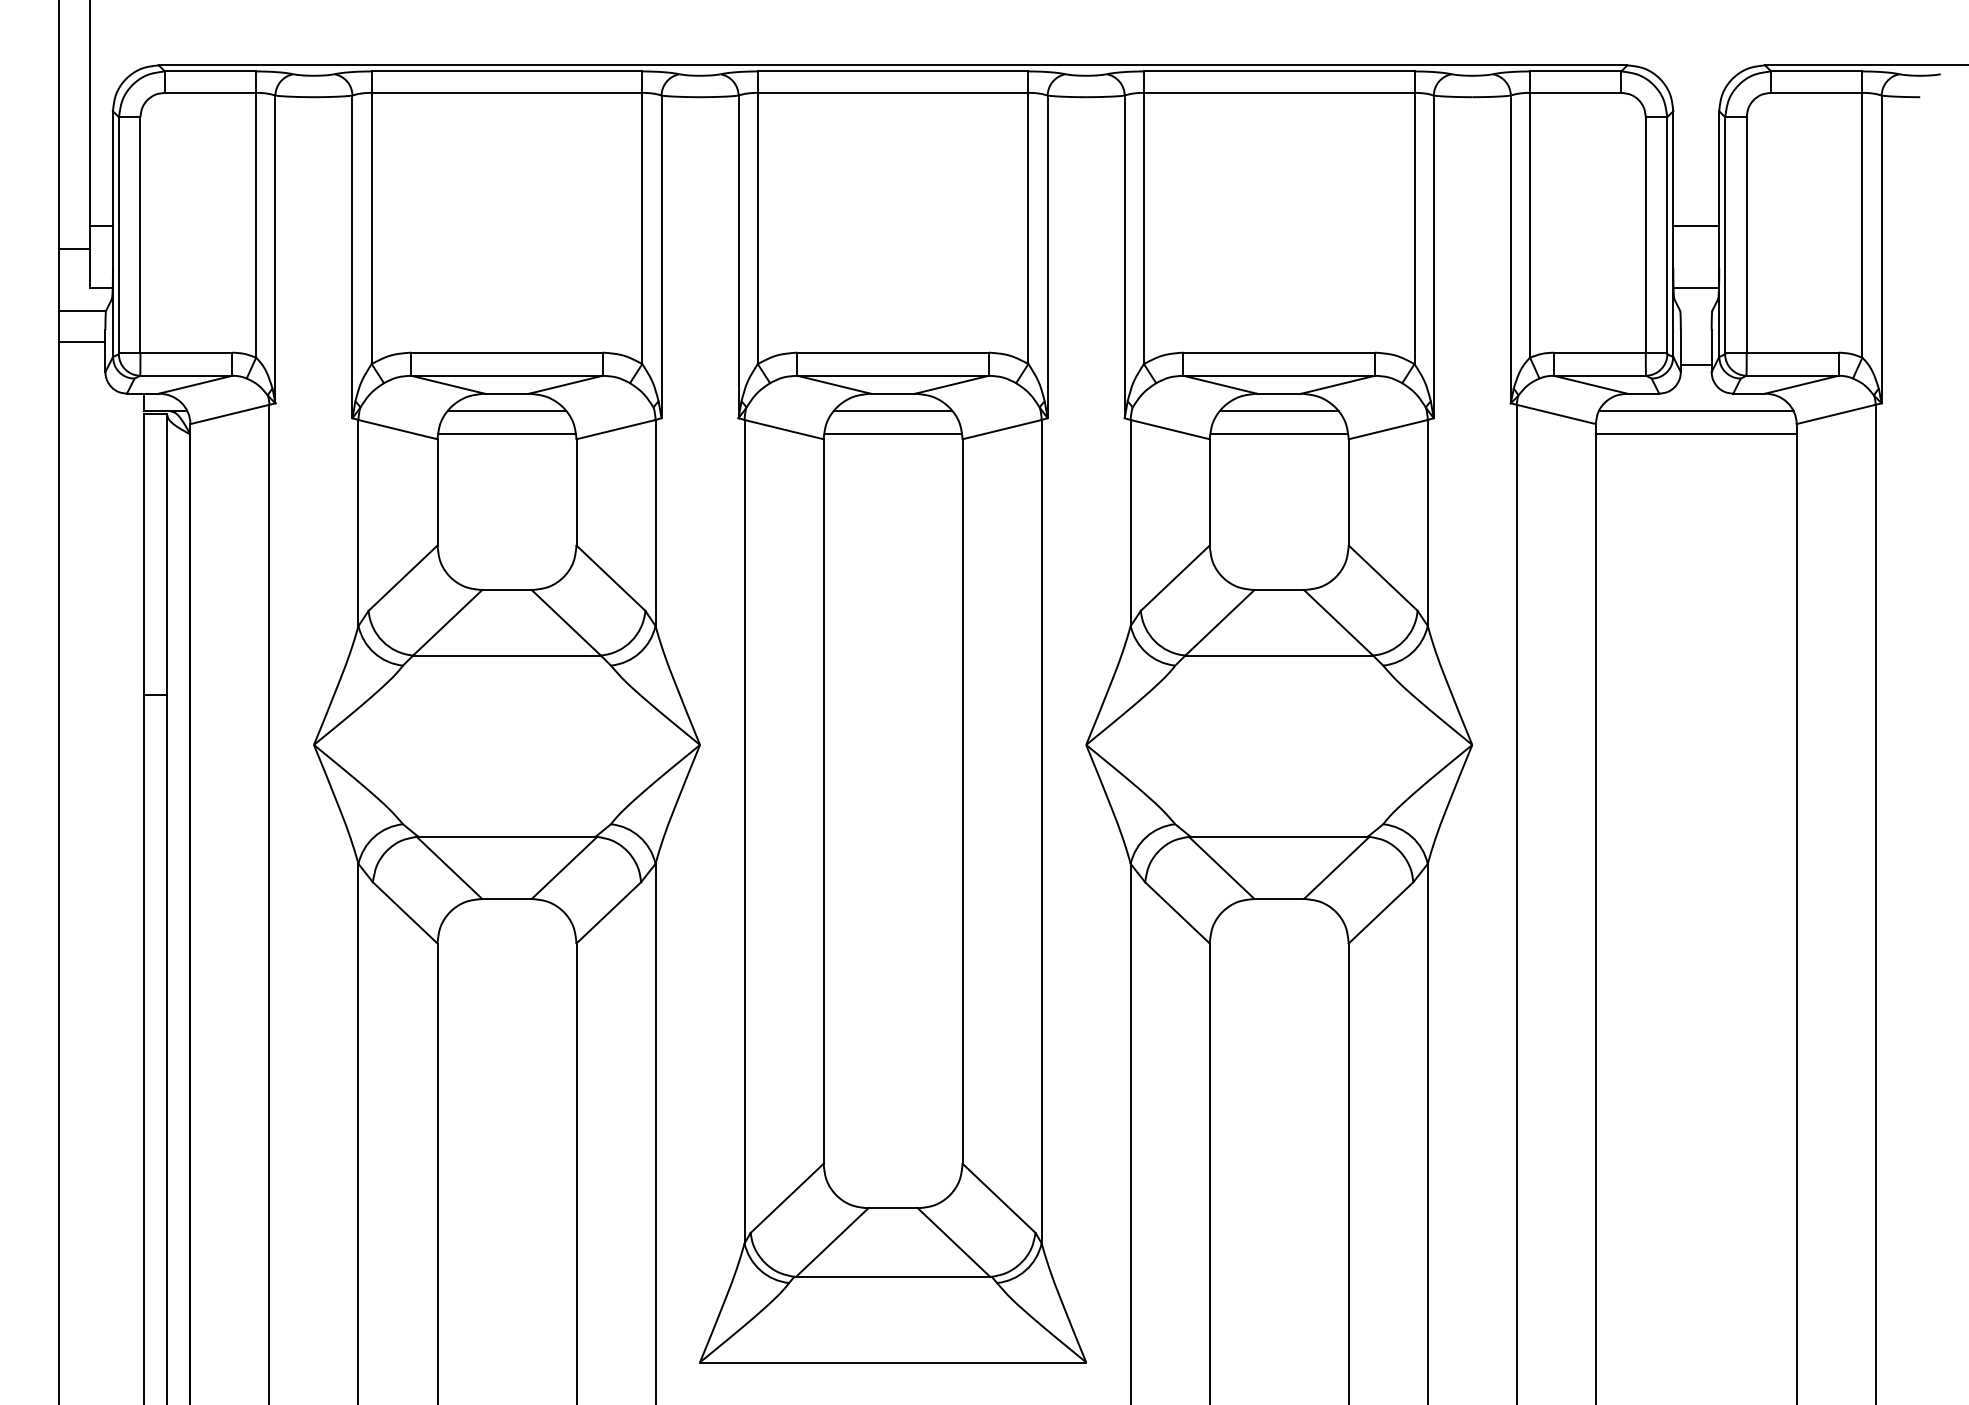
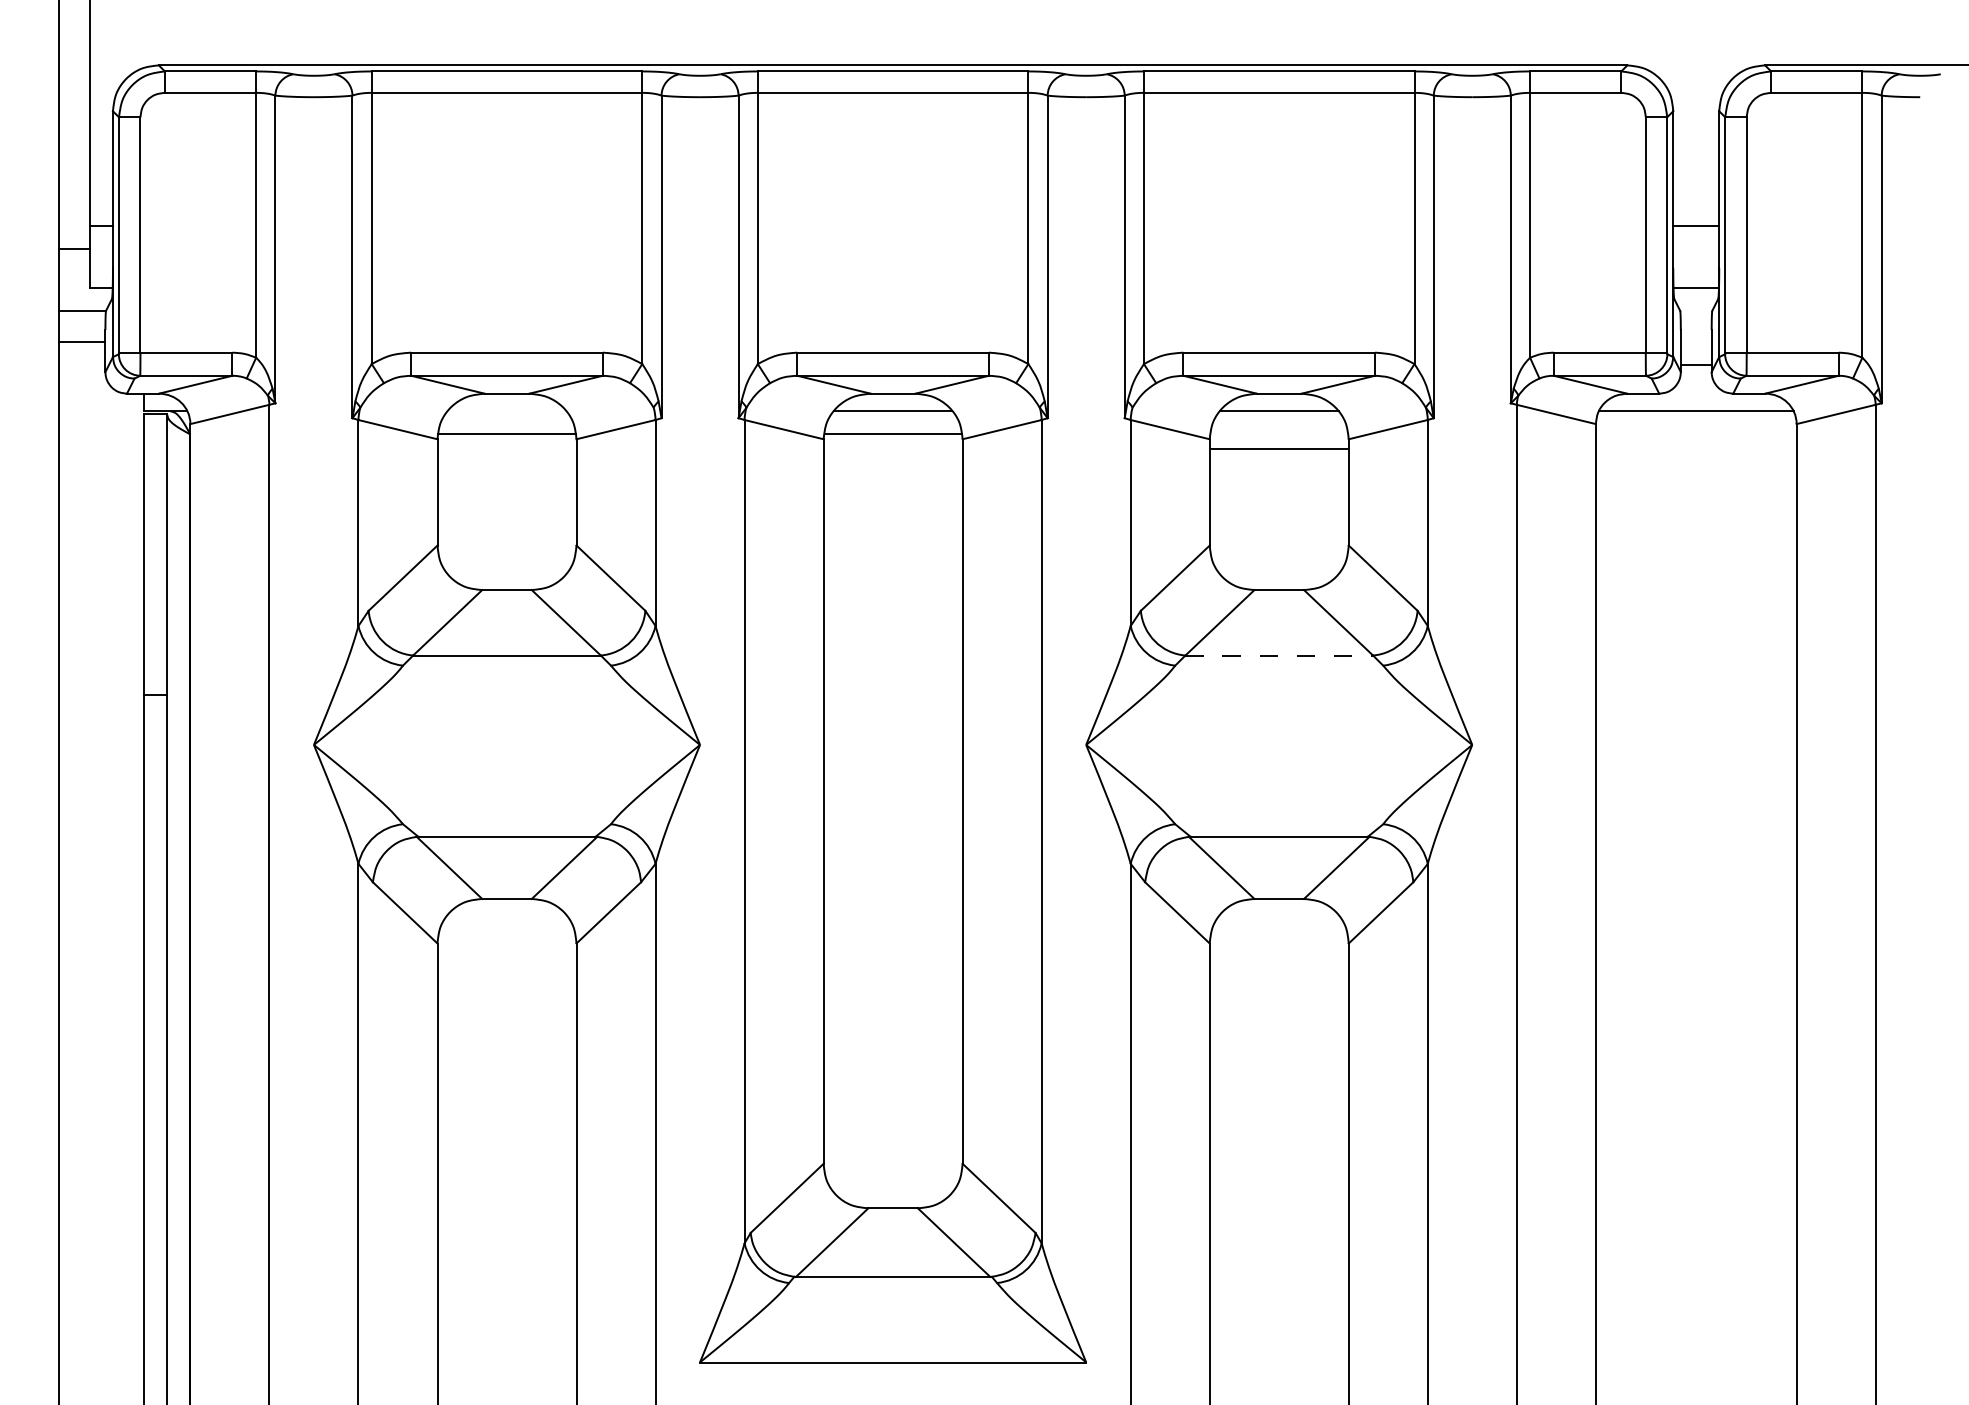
line at (506, 411): present -> none
line at (1278, 434) position: (1278, 434) -> (1278, 449)
line at (1695, 434): present -> none
line at (1279, 655): solid -> dashed
